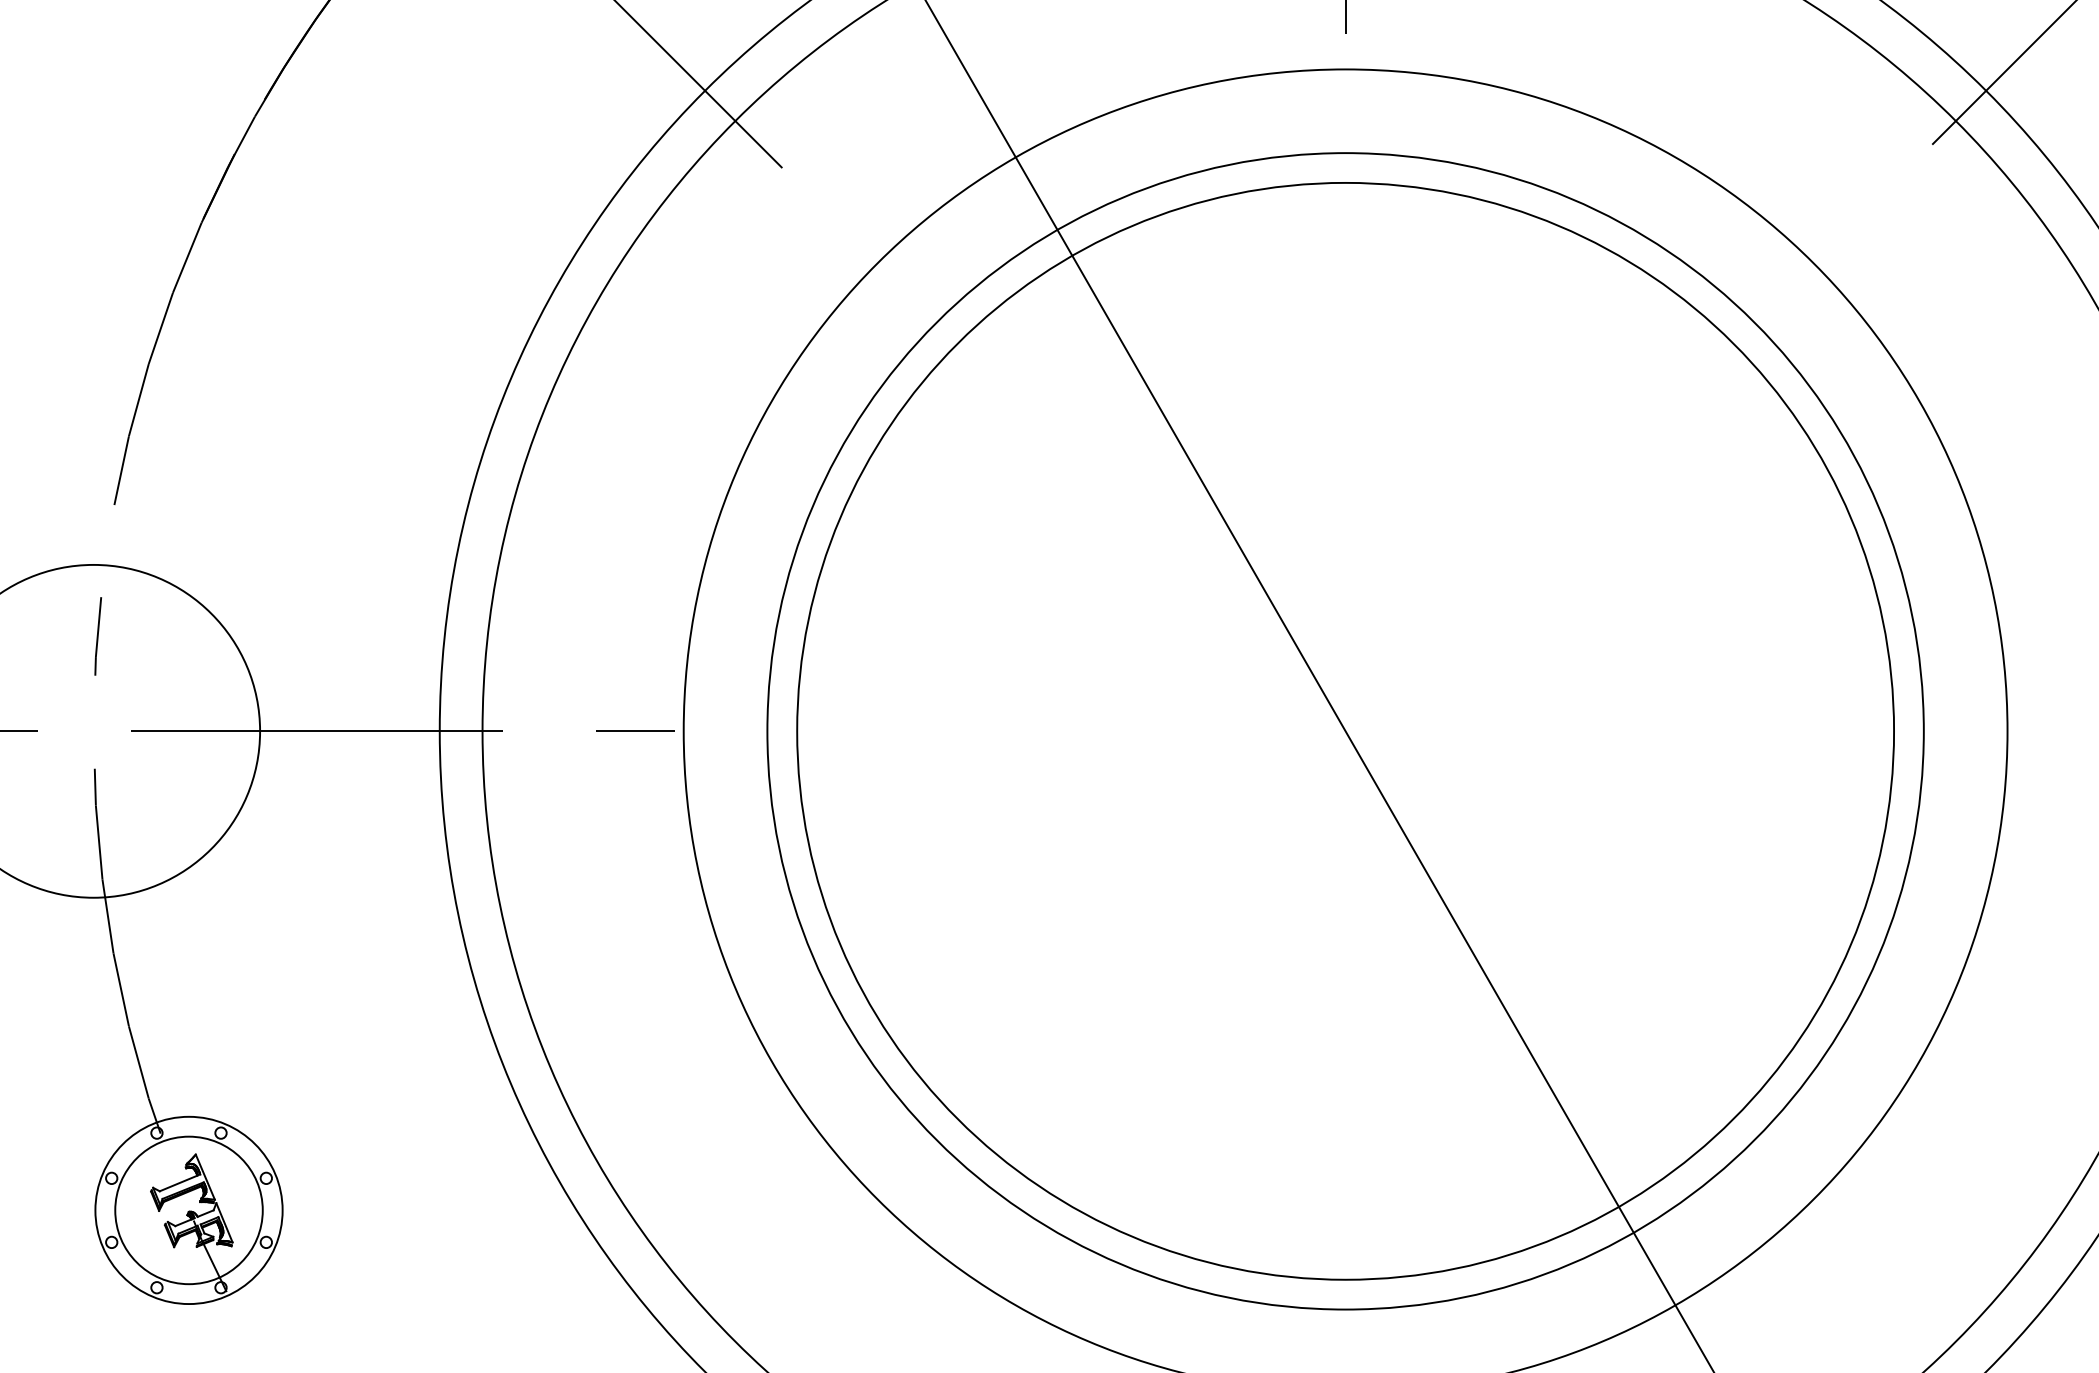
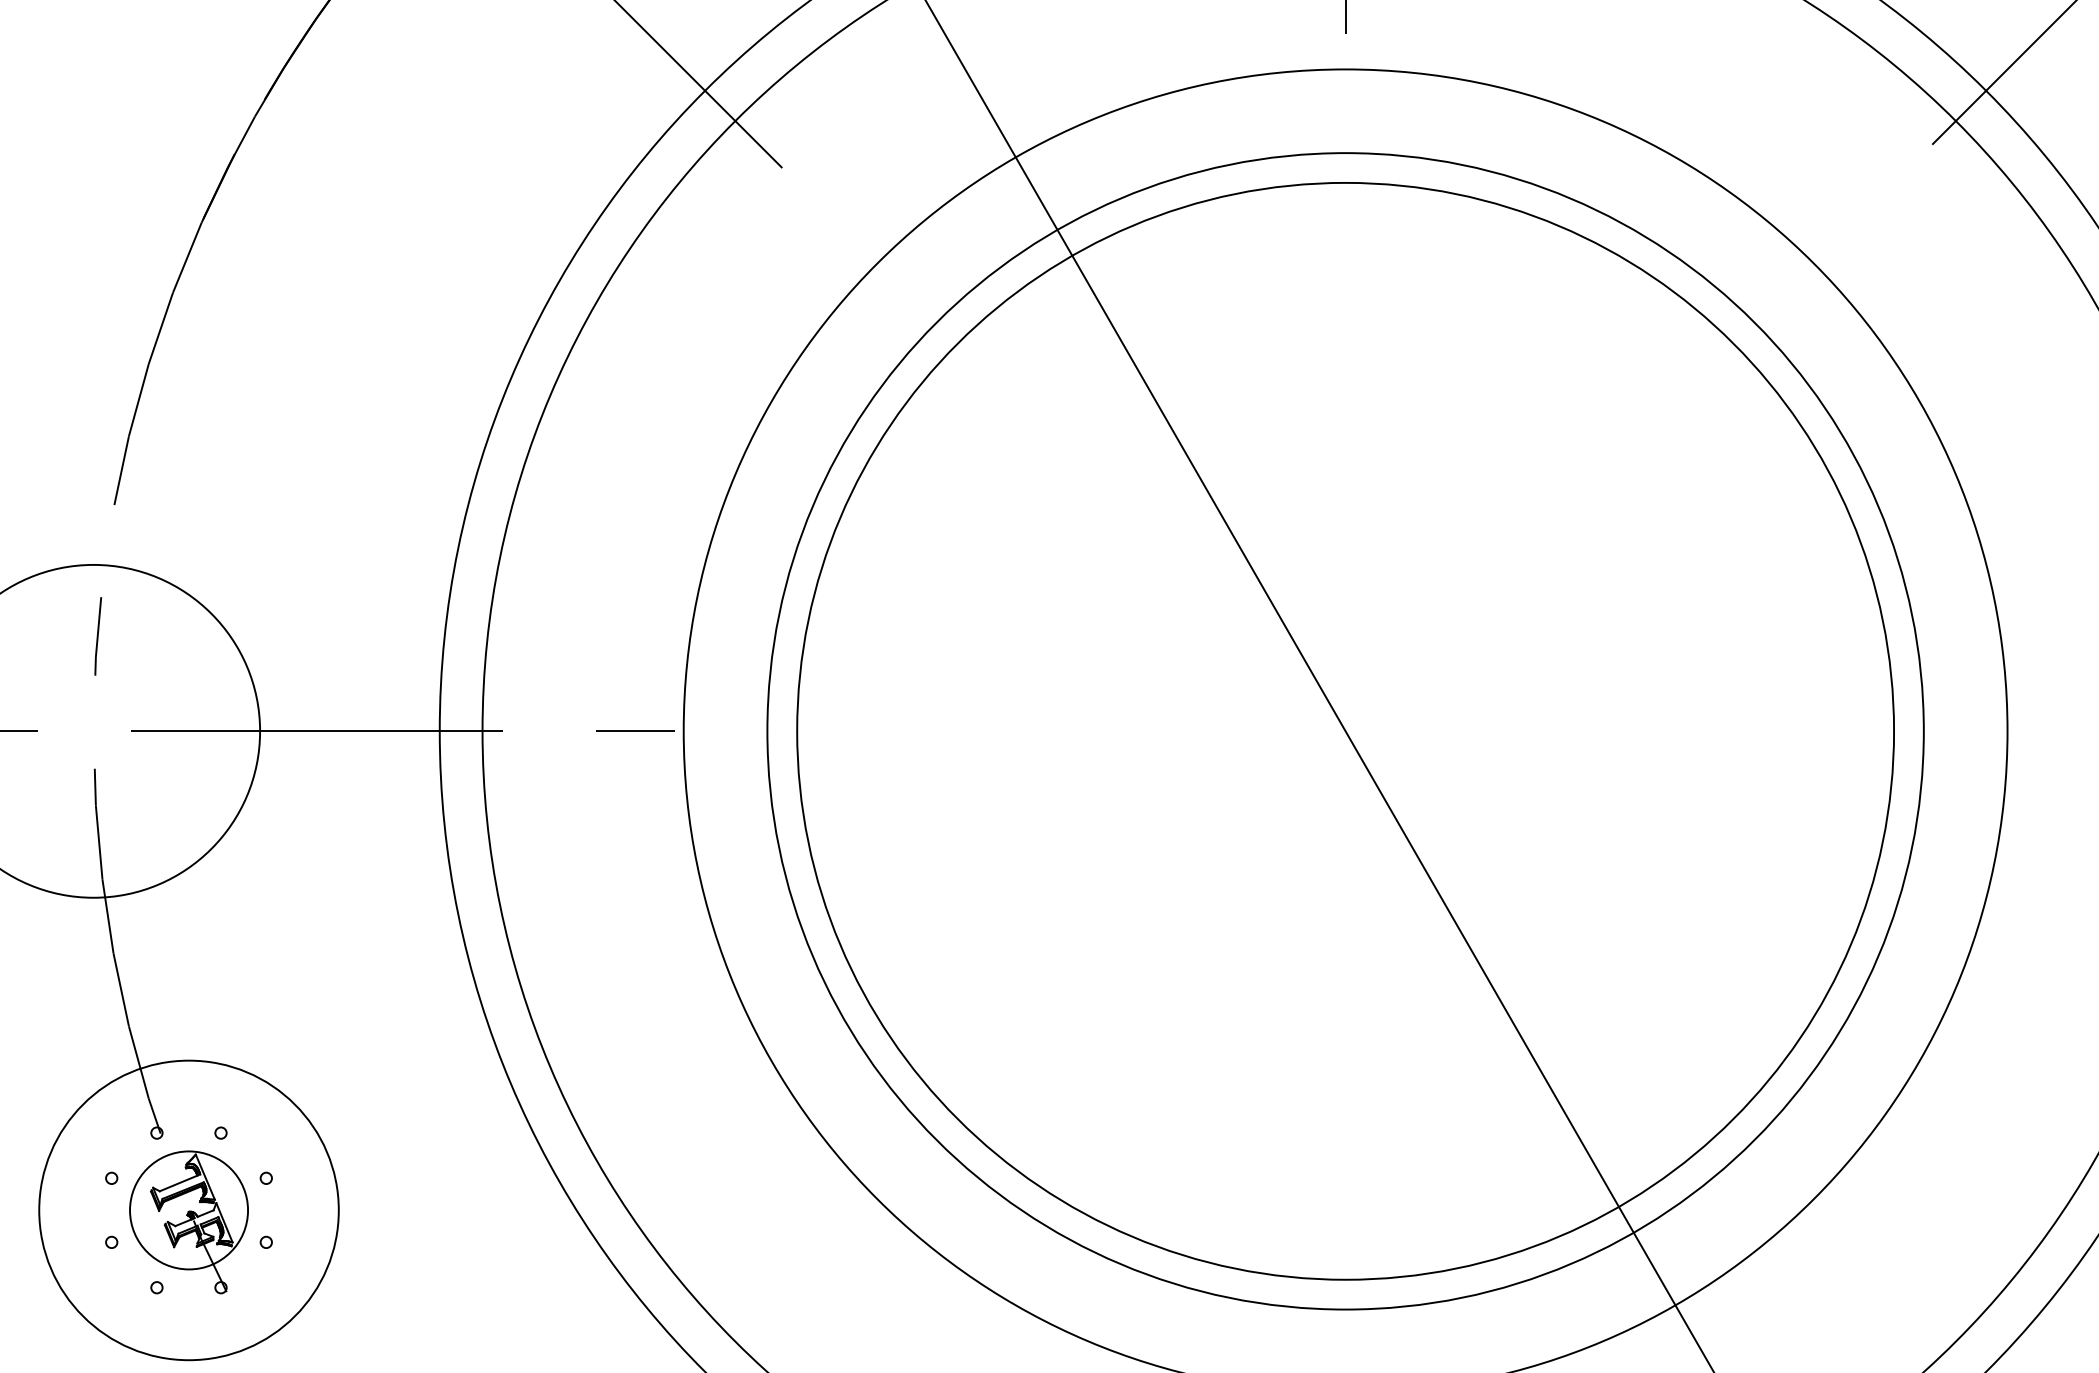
circle at (188, 1210) diameter: 148 px -> 118 px
circle at (188, 1210) diameter: 187 px -> 300 px
